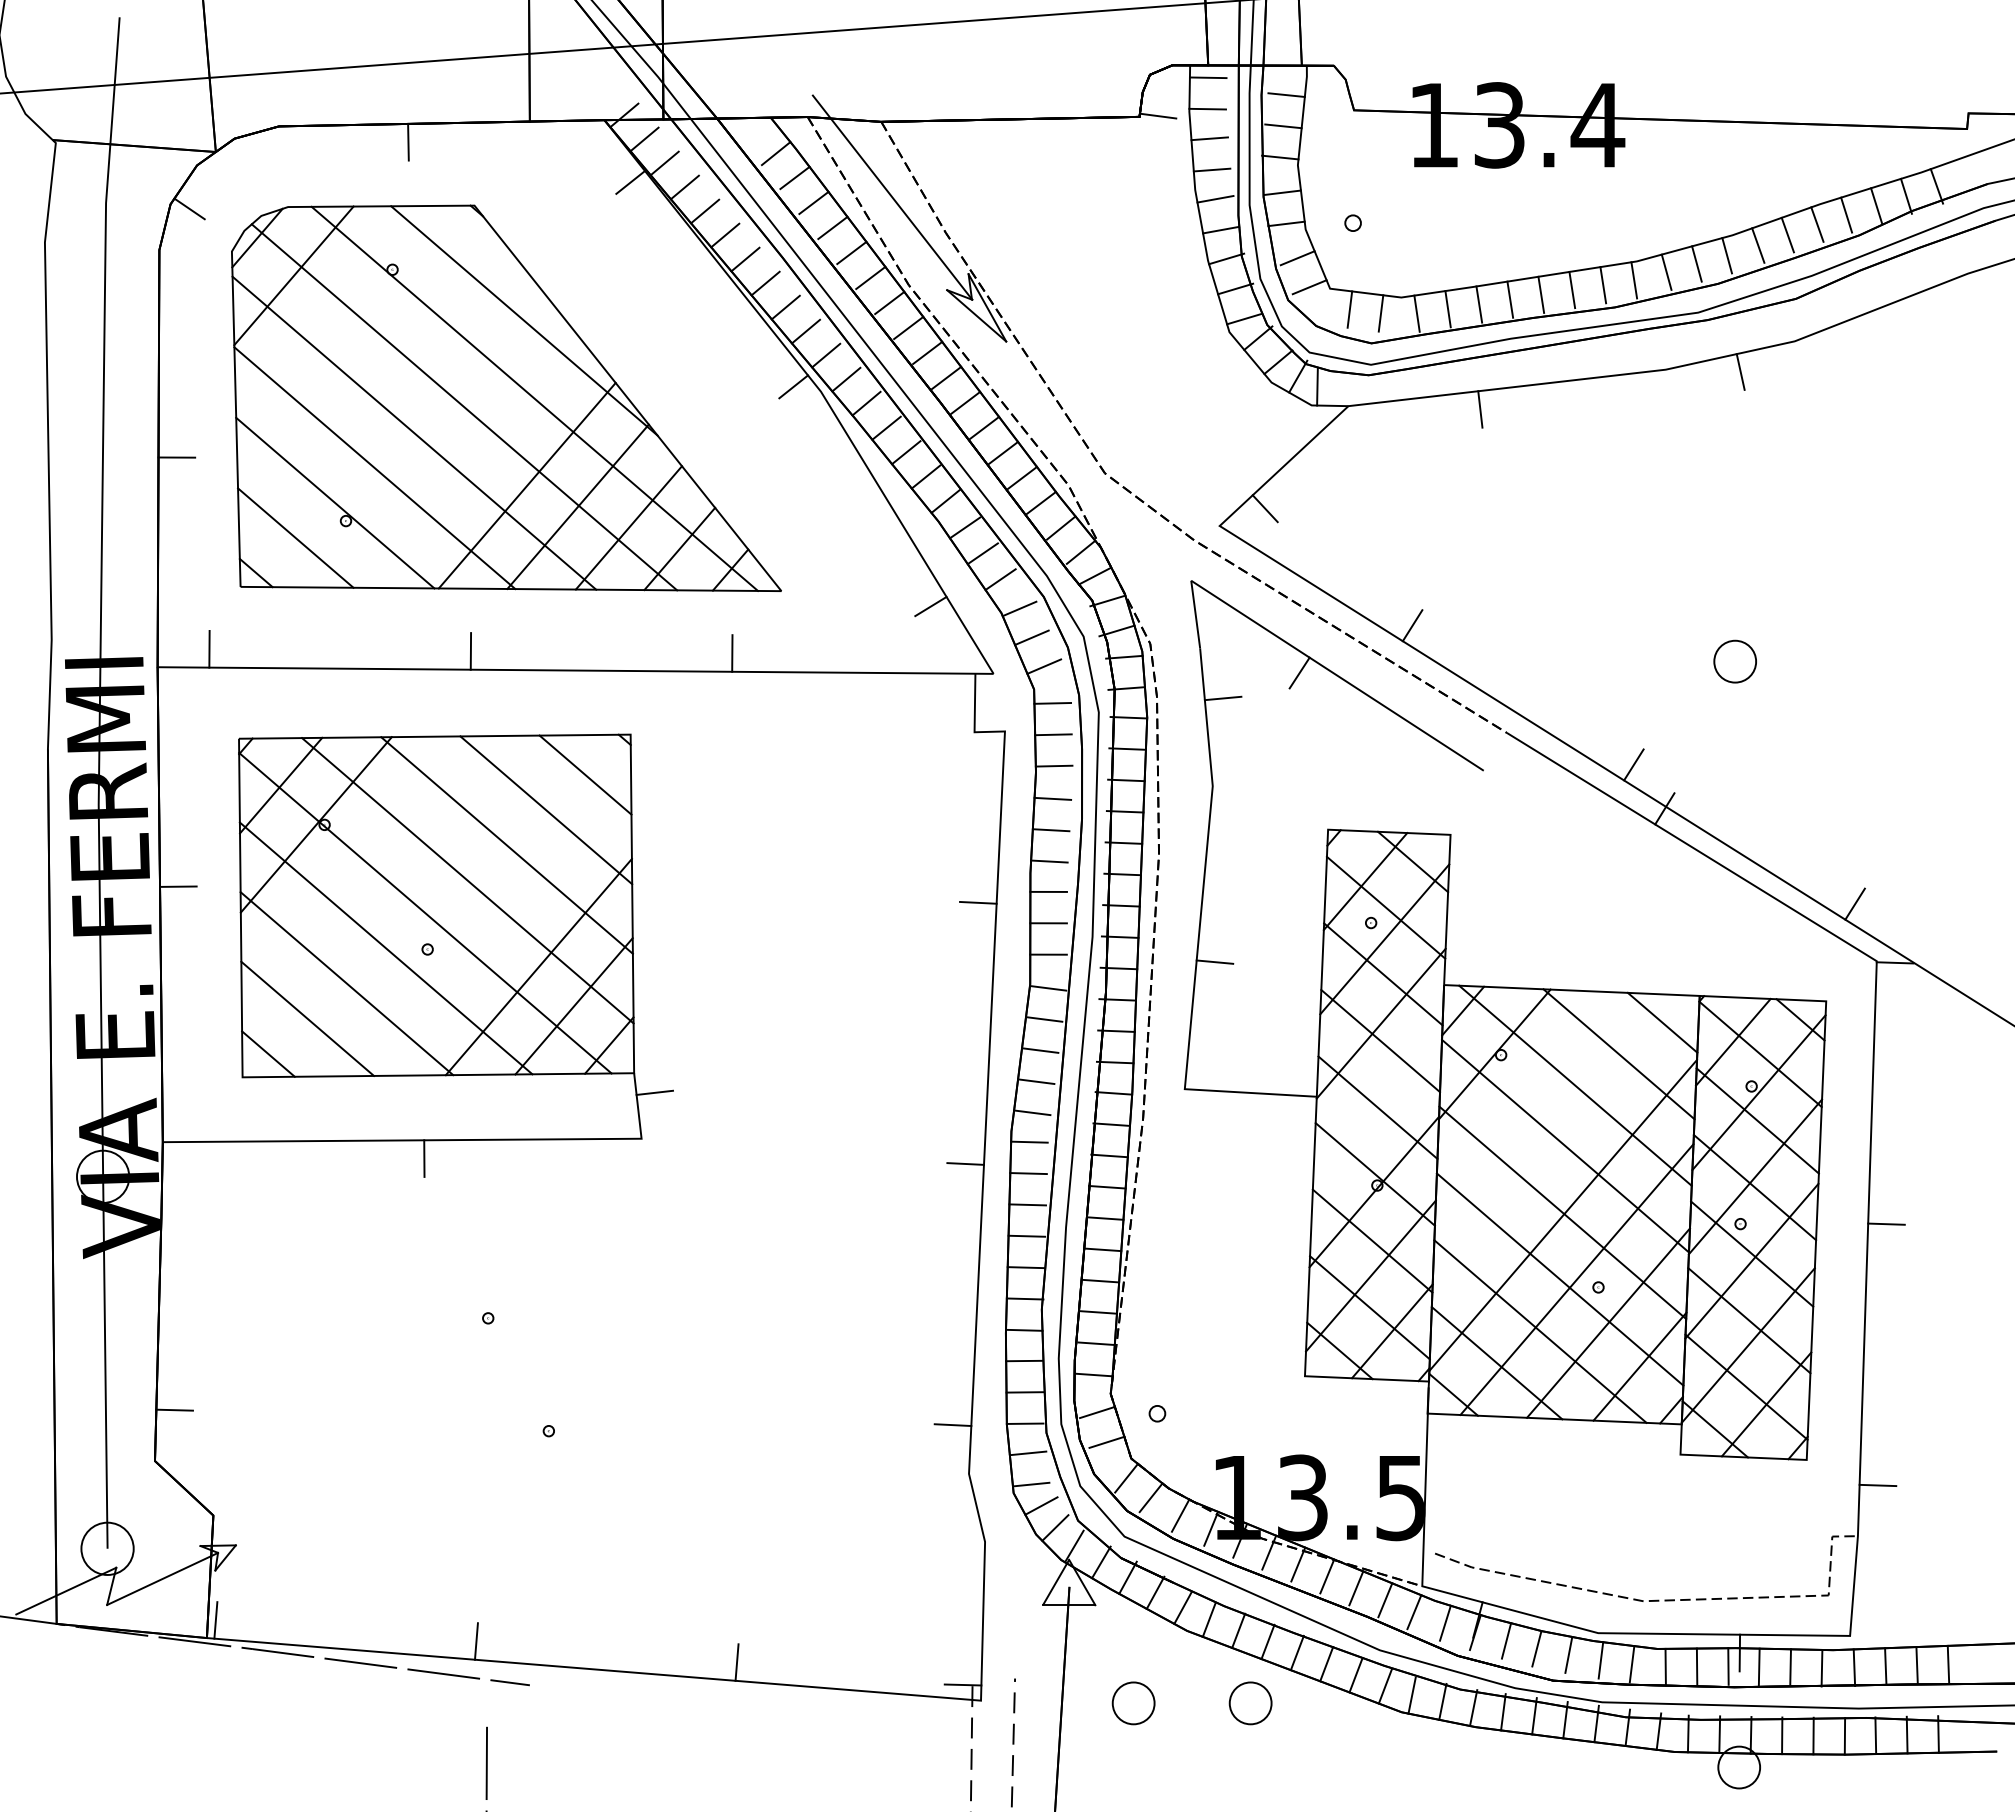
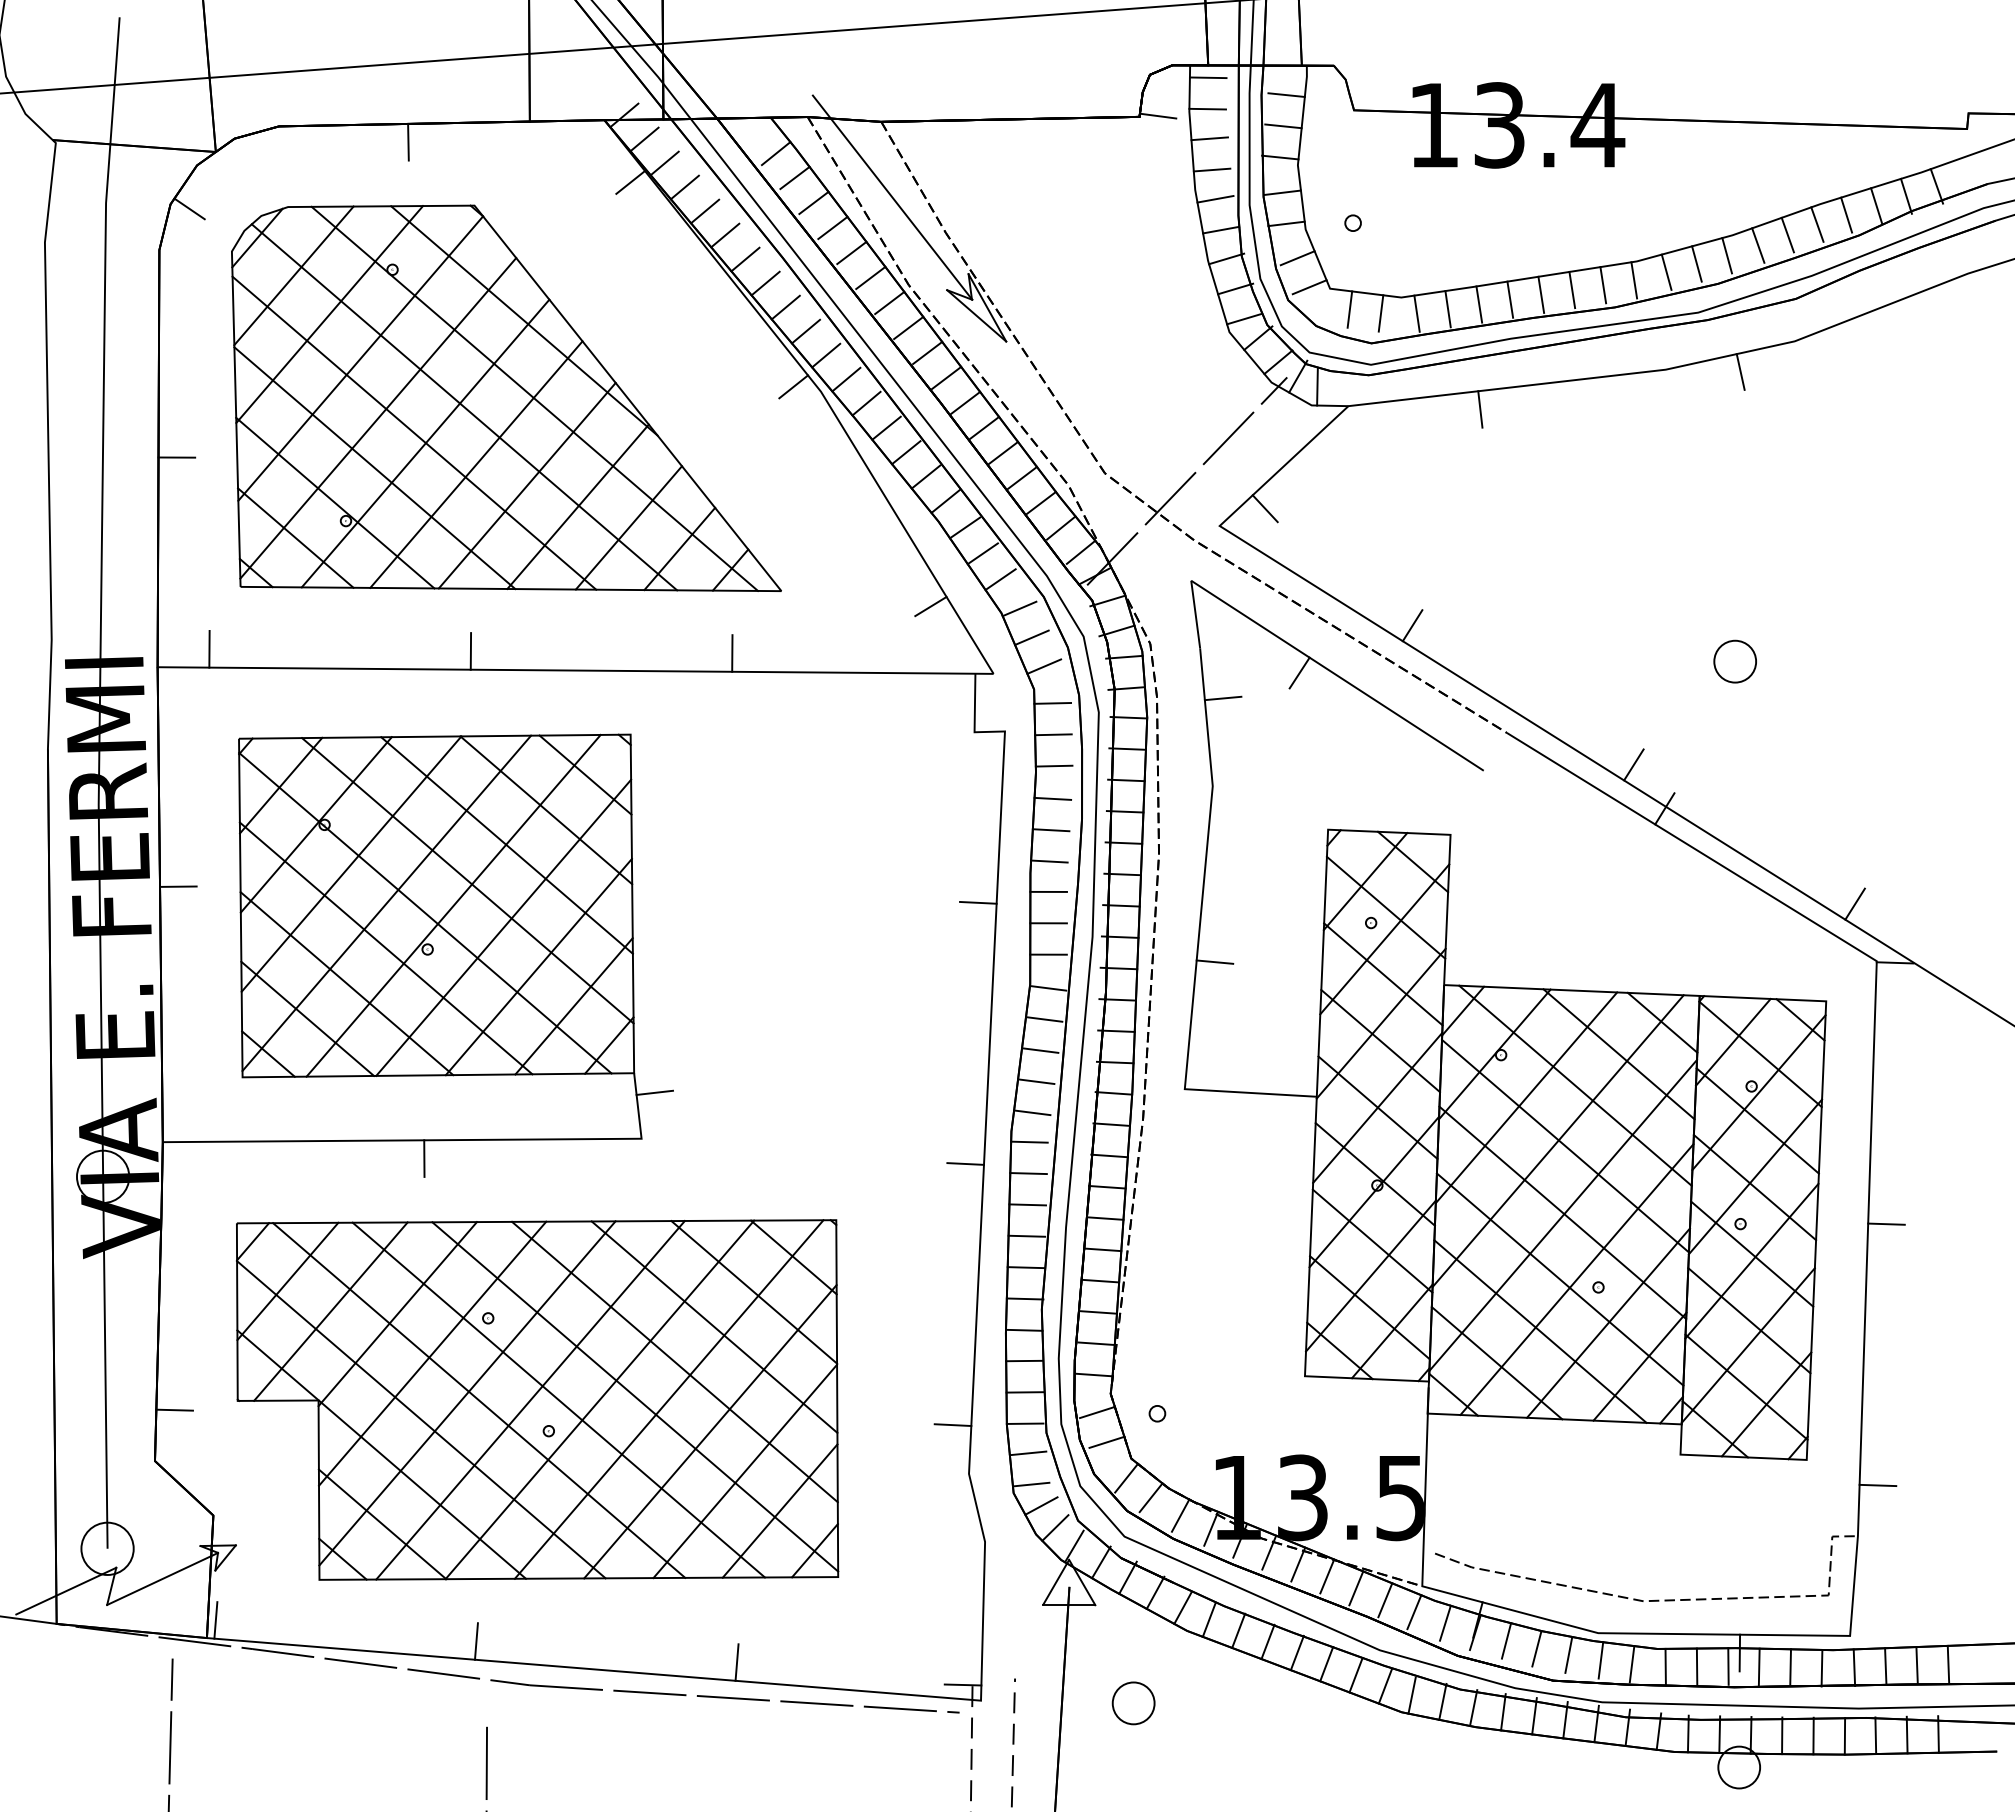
line at (329, 314): none -> present
line at (360, 358): none -> present
line at (378, 418): none -> present
line at (425, 443): none -> present
line at (476, 464): none -> present
line at (1187, 481): none -> present
line at (351, 863): none -> present
line at (386, 902): none -> present
line at (453, 905): none -> present
line at (503, 927): none -> present
line at (1526, 1097): none -> present
line at (1377, 1107): none -> present
line at (1557, 1141): none -> present
part at (537, 1399): none -> present
line at (744, 1698): none -> present
part at (1250, 1703): present -> none
line at (170, 1733): none -> present
